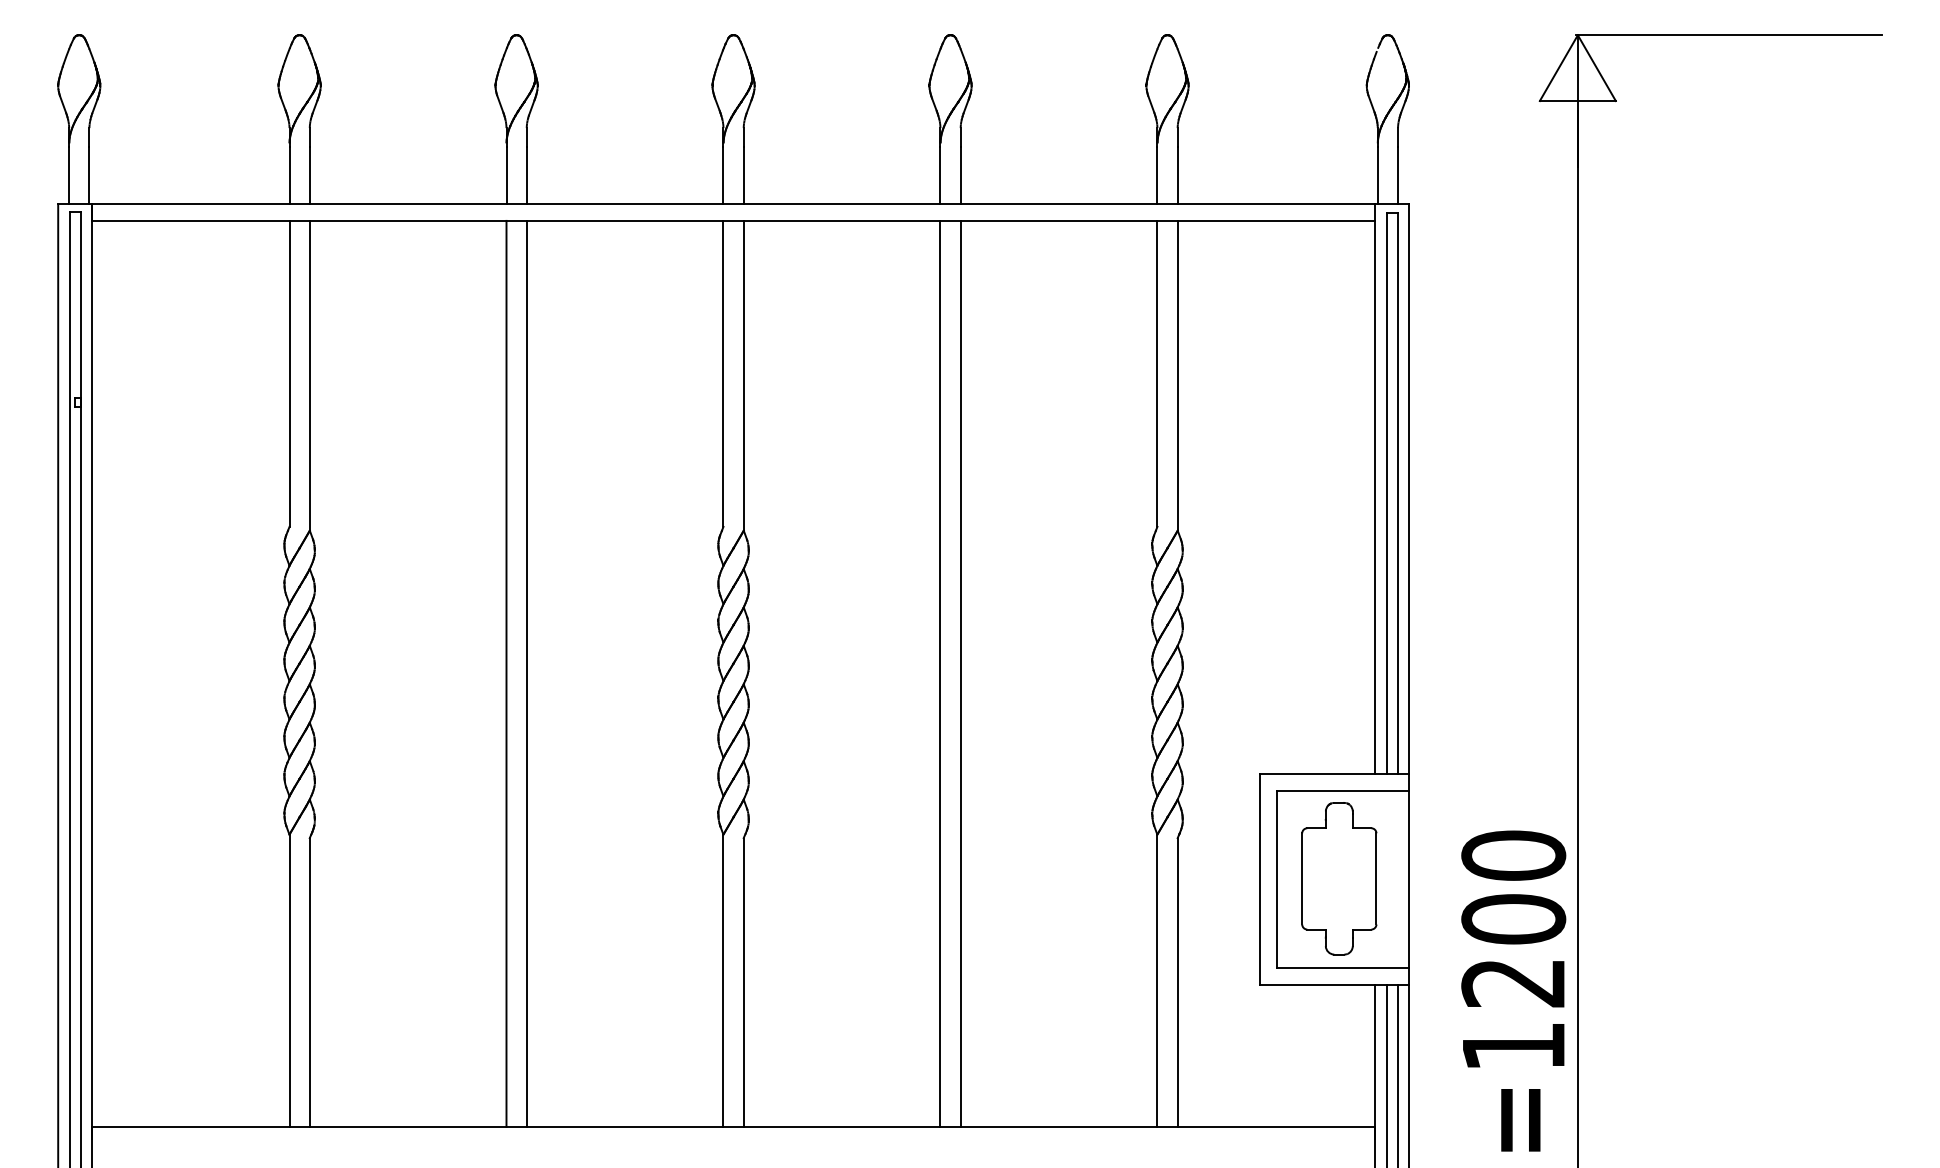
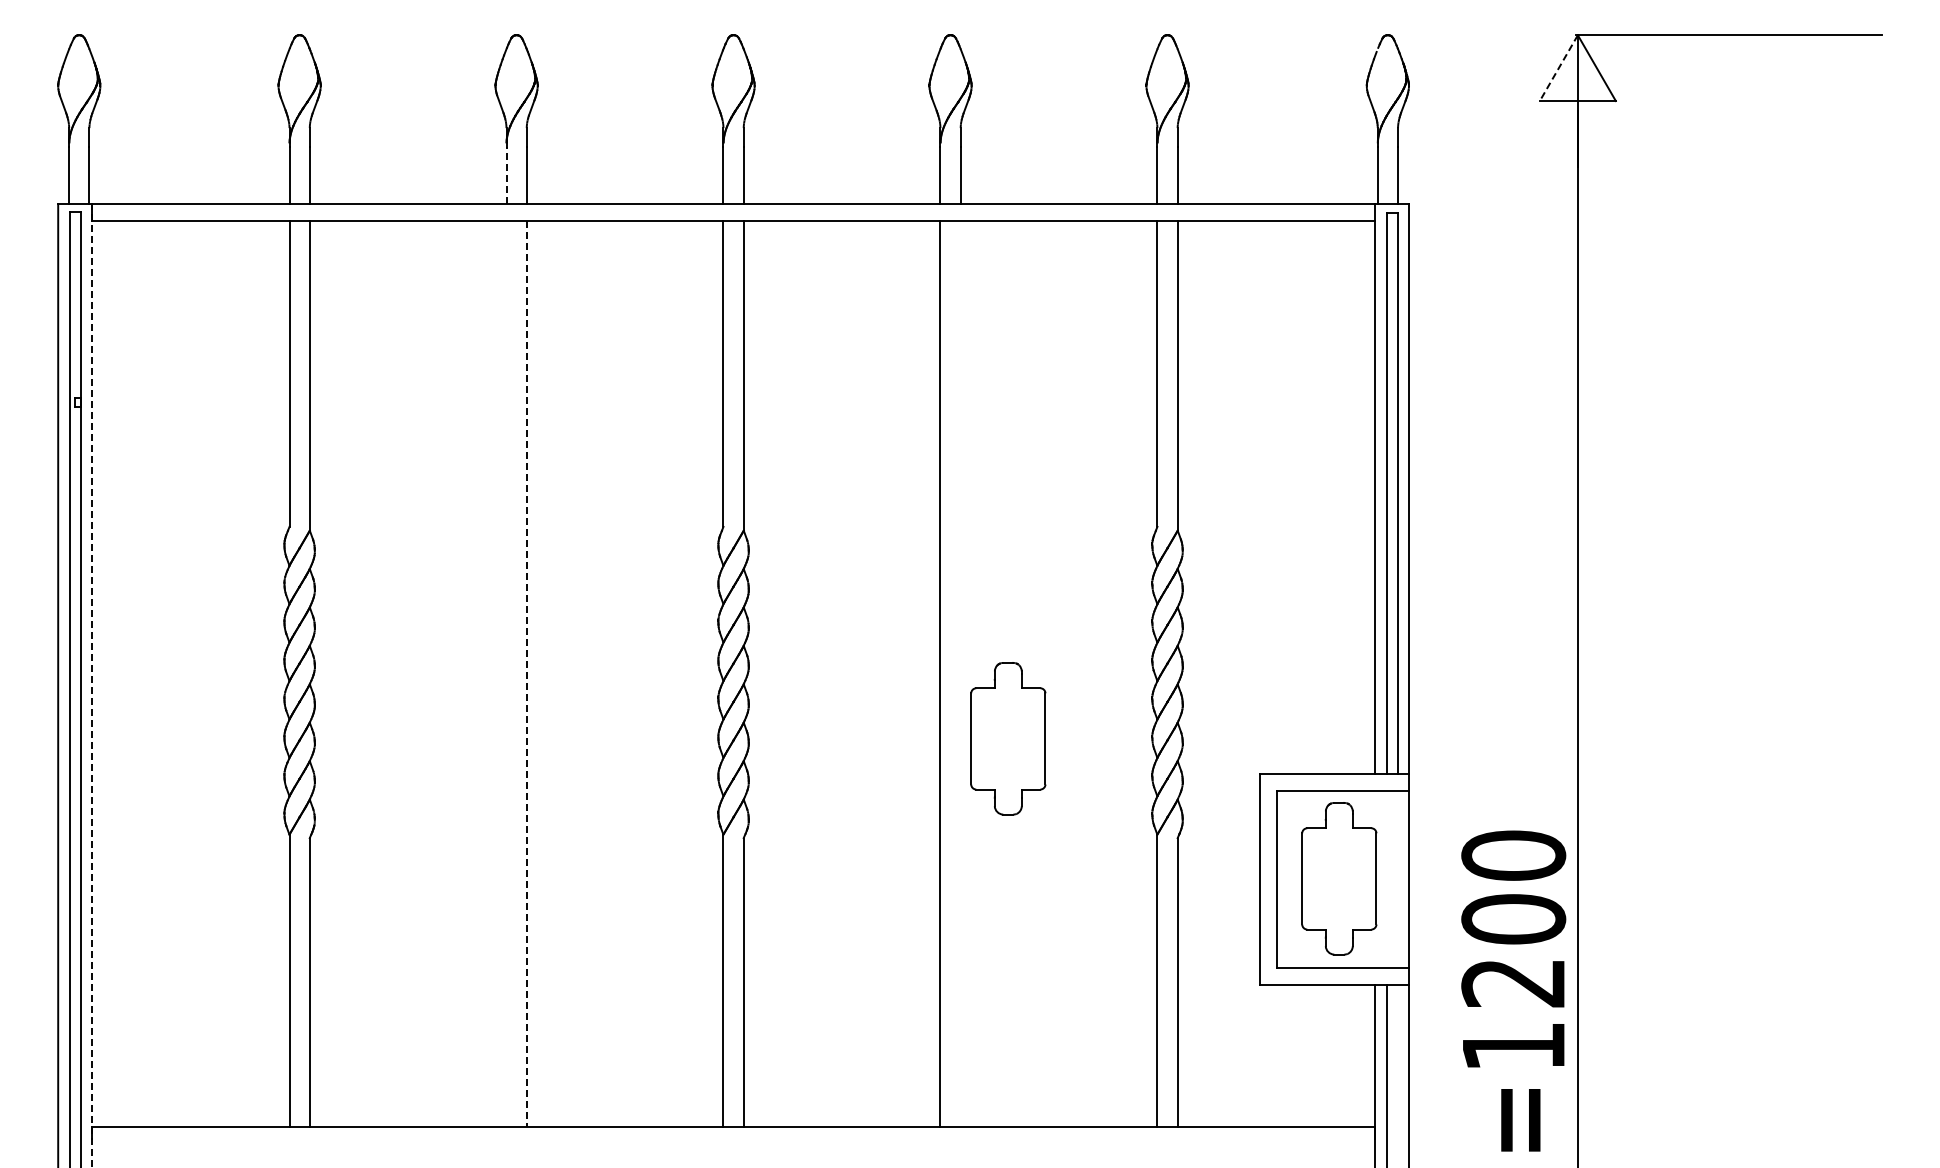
line at (1558, 68): solid -> dashed
line at (506, 175): solid -> dashed
line at (506, 673): present -> none
line at (526, 673): solid -> dashed
line at (960, 673): present -> none
line at (91, 685): solid -> dashed
part at (1008, 738): none -> present
line at (1397, 1074): present -> none
